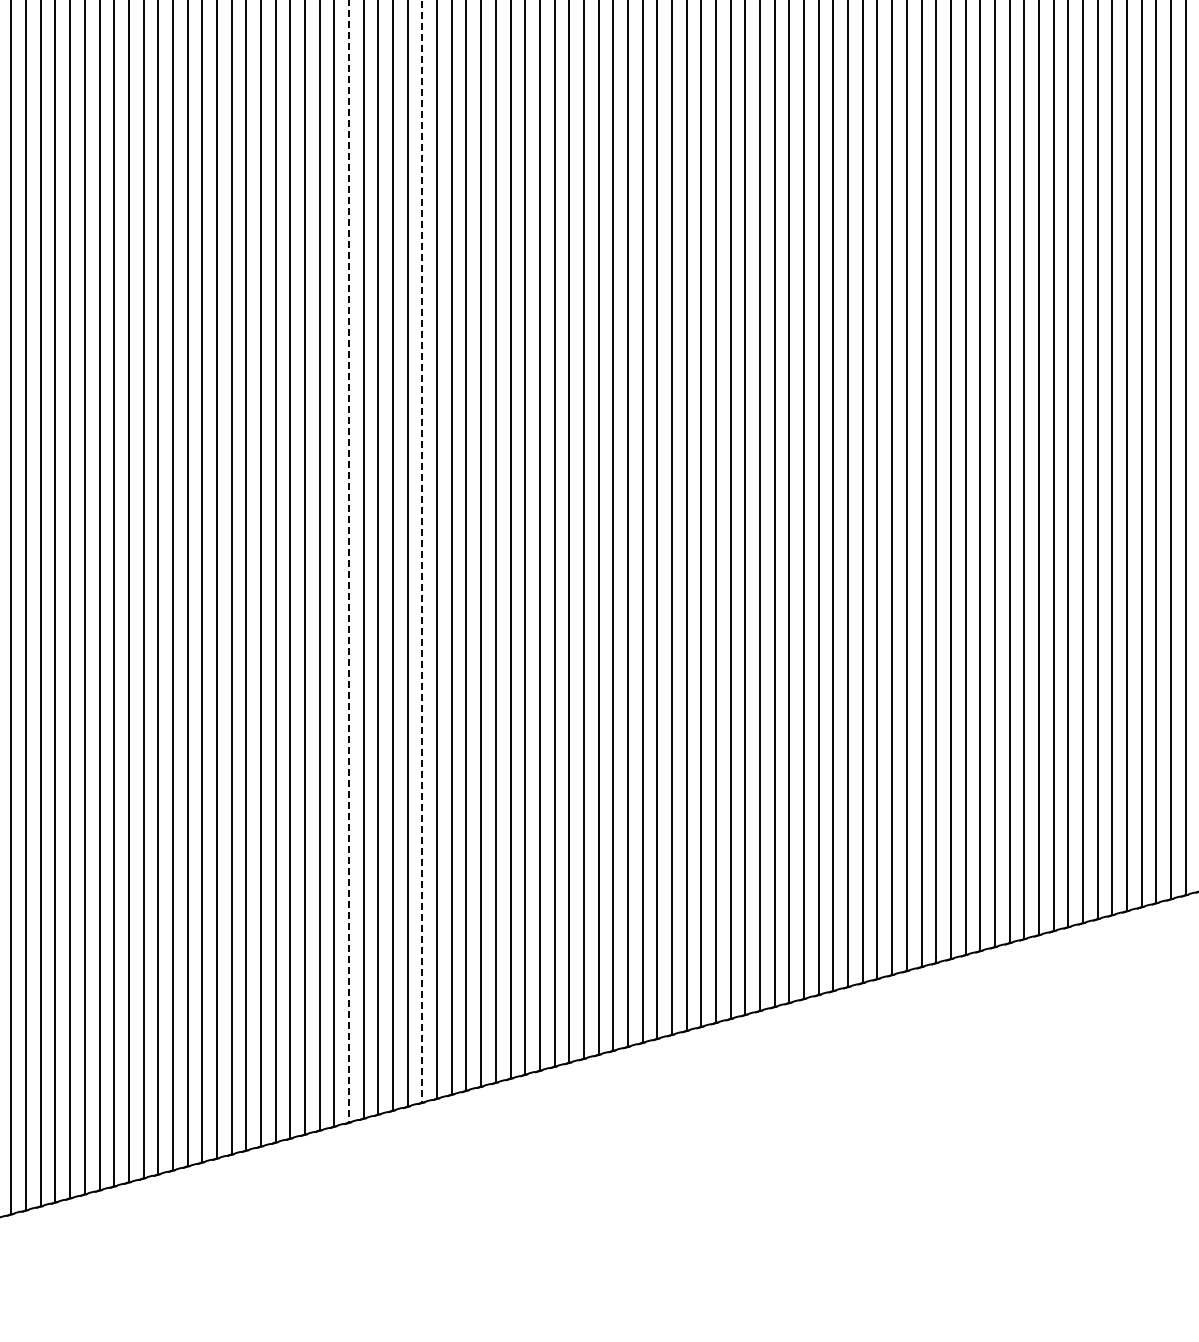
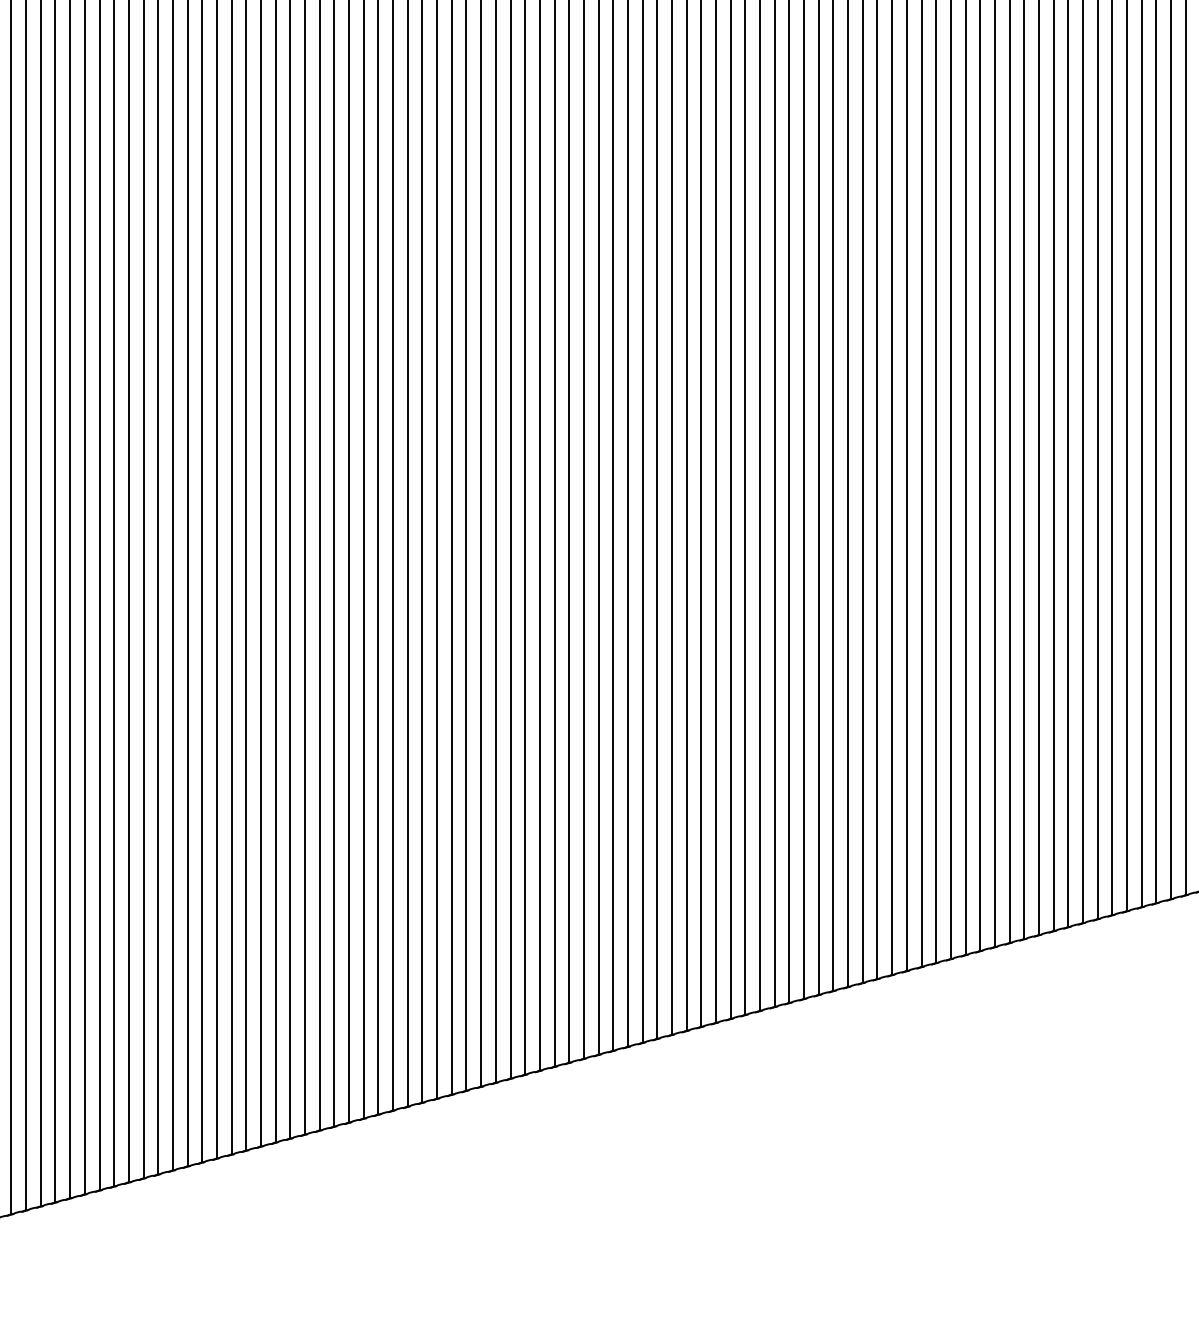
line at (422, 551): dashed -> solid
line at (348, 561): dashed -> solid
